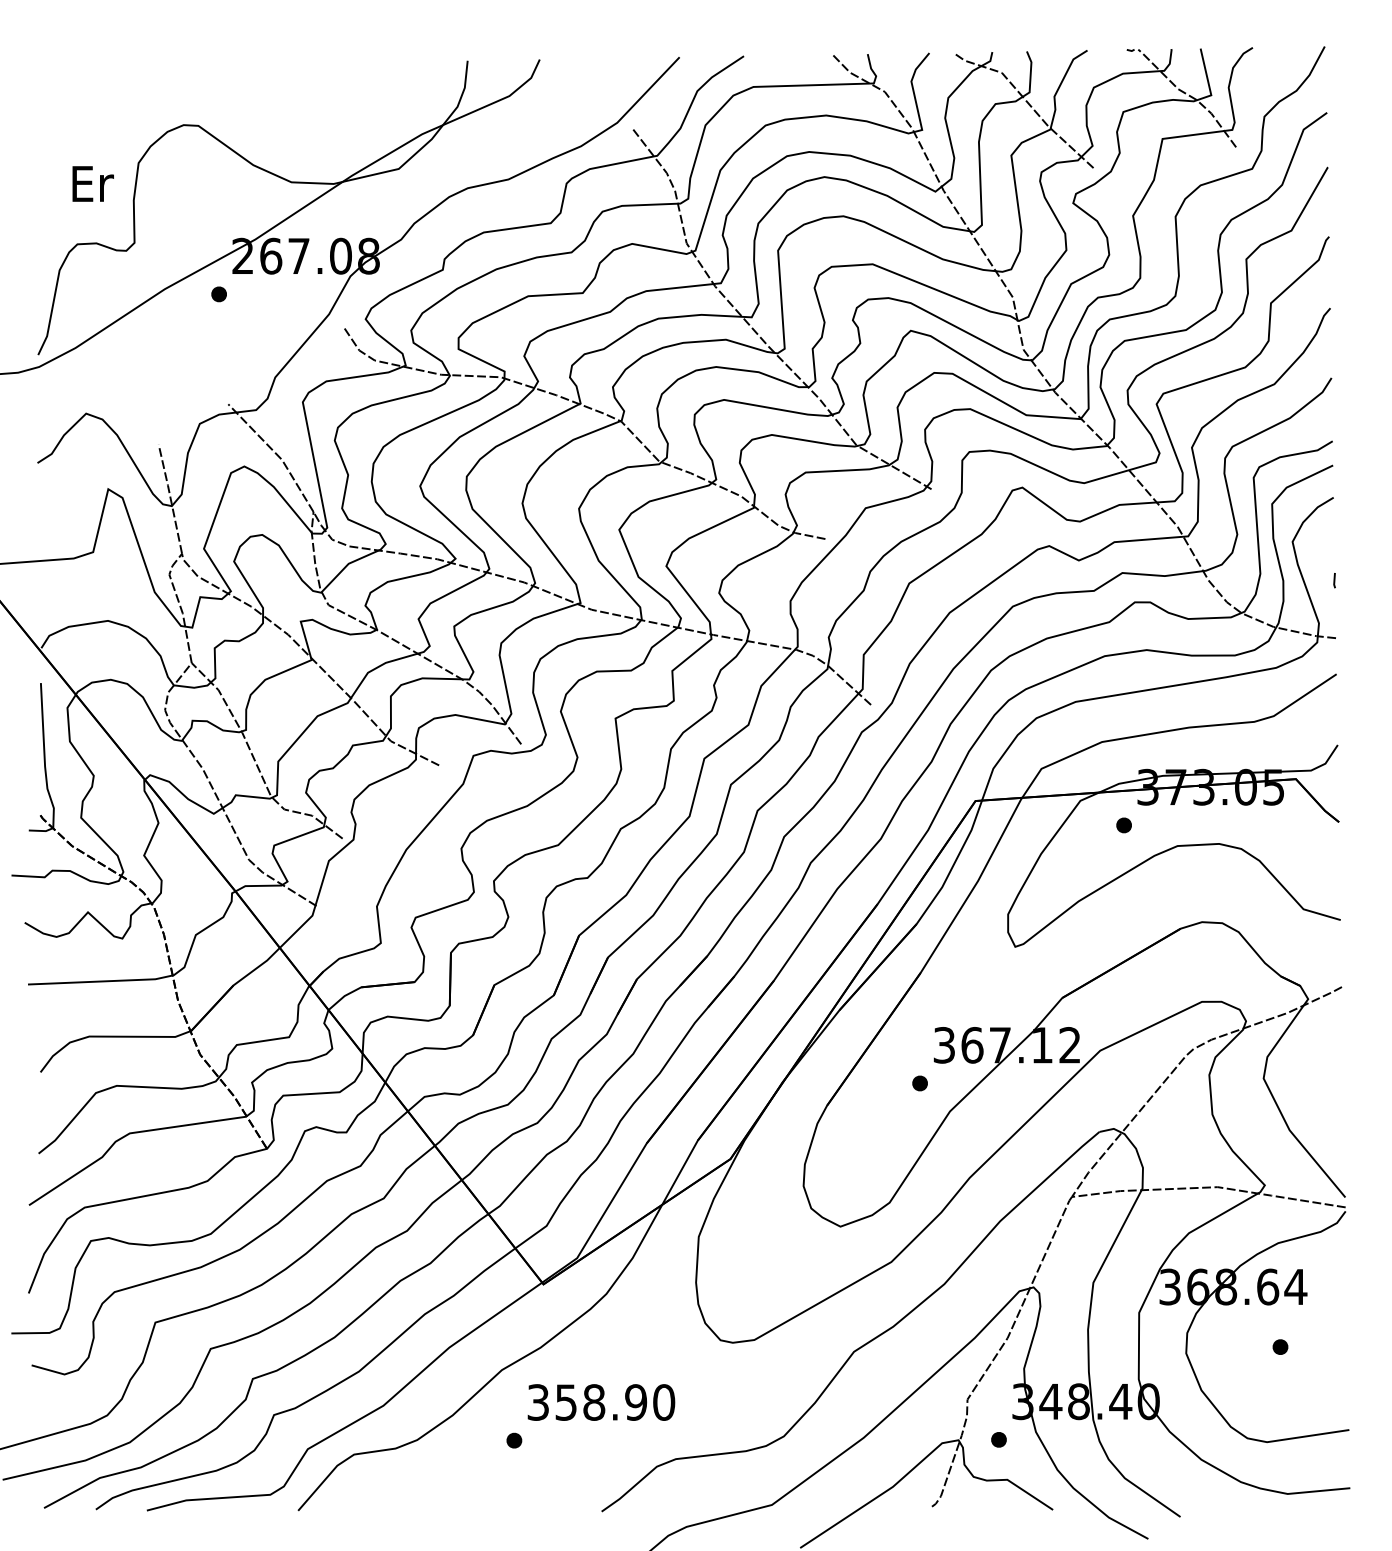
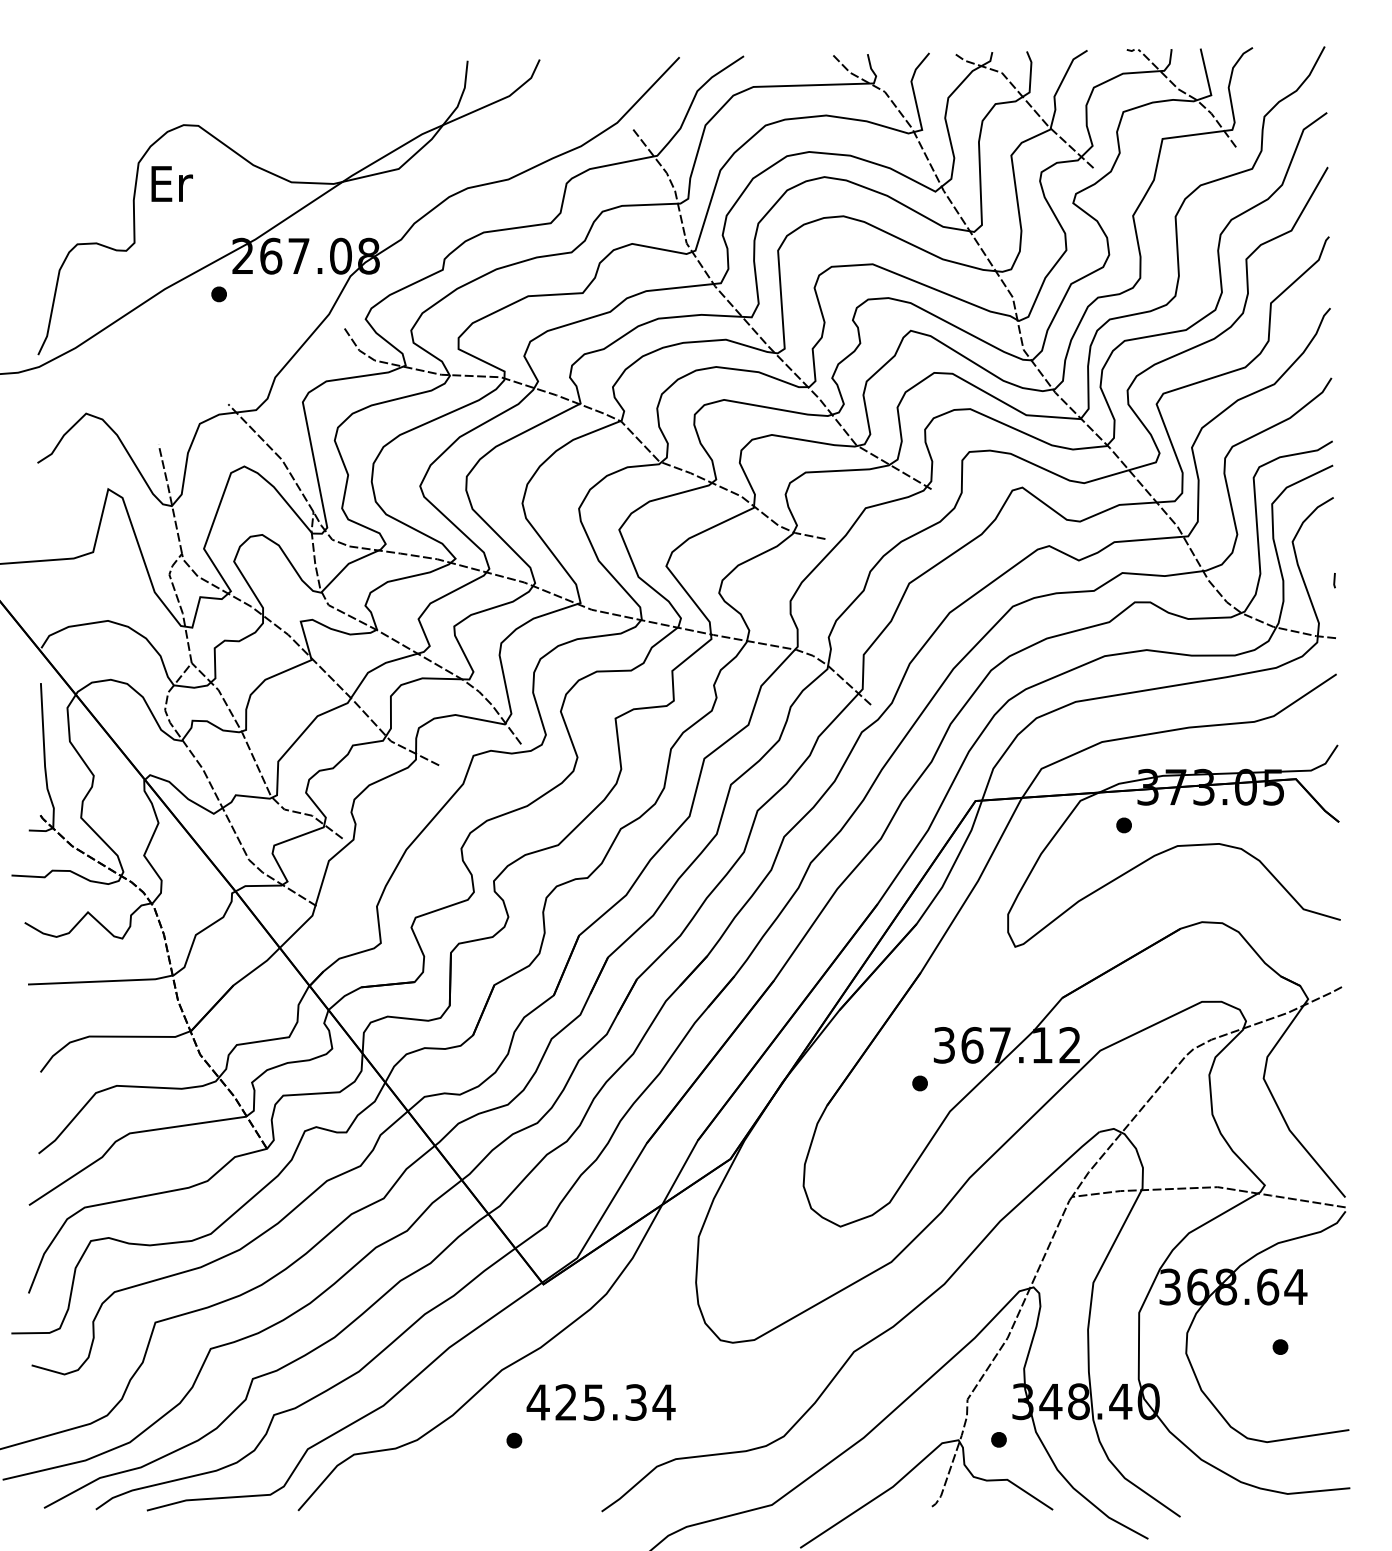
text at (92, 183) position: (92, 183) -> (171, 183)
text at (600, 1402): 358.90 -> 425.34
